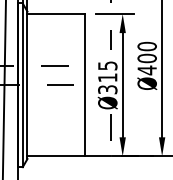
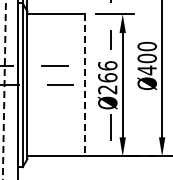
text at (107, 77): Ø315 -> Ø266
line at (85, 85): solid -> dashed
line at (4, 90): solid -> dashed
